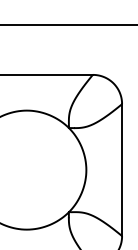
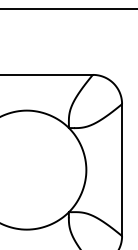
line at (68, 24) position: (68, 24) -> (68, 8)
